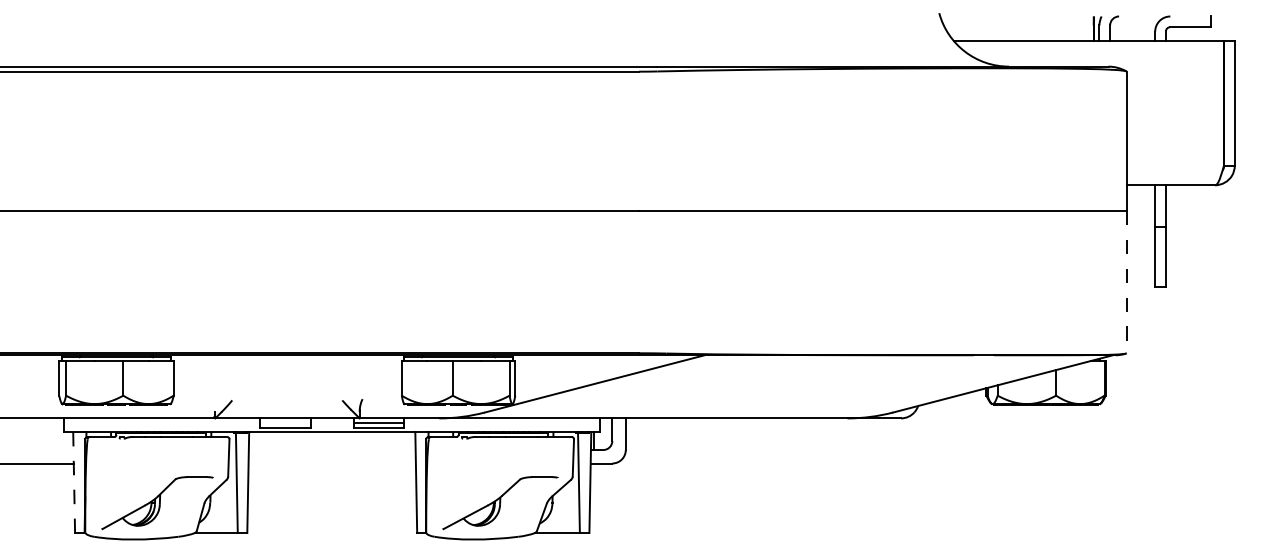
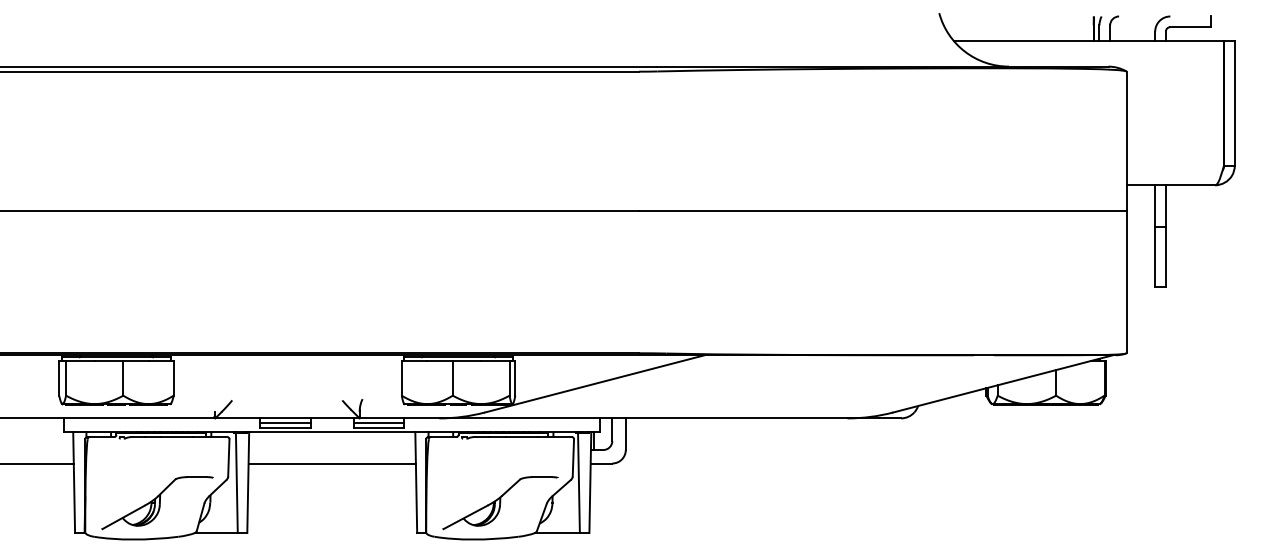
line at (1126, 282): dashed -> solid
line at (285, 423): none -> present
line at (331, 463): none -> present
line at (74, 482): dashed -> solid
